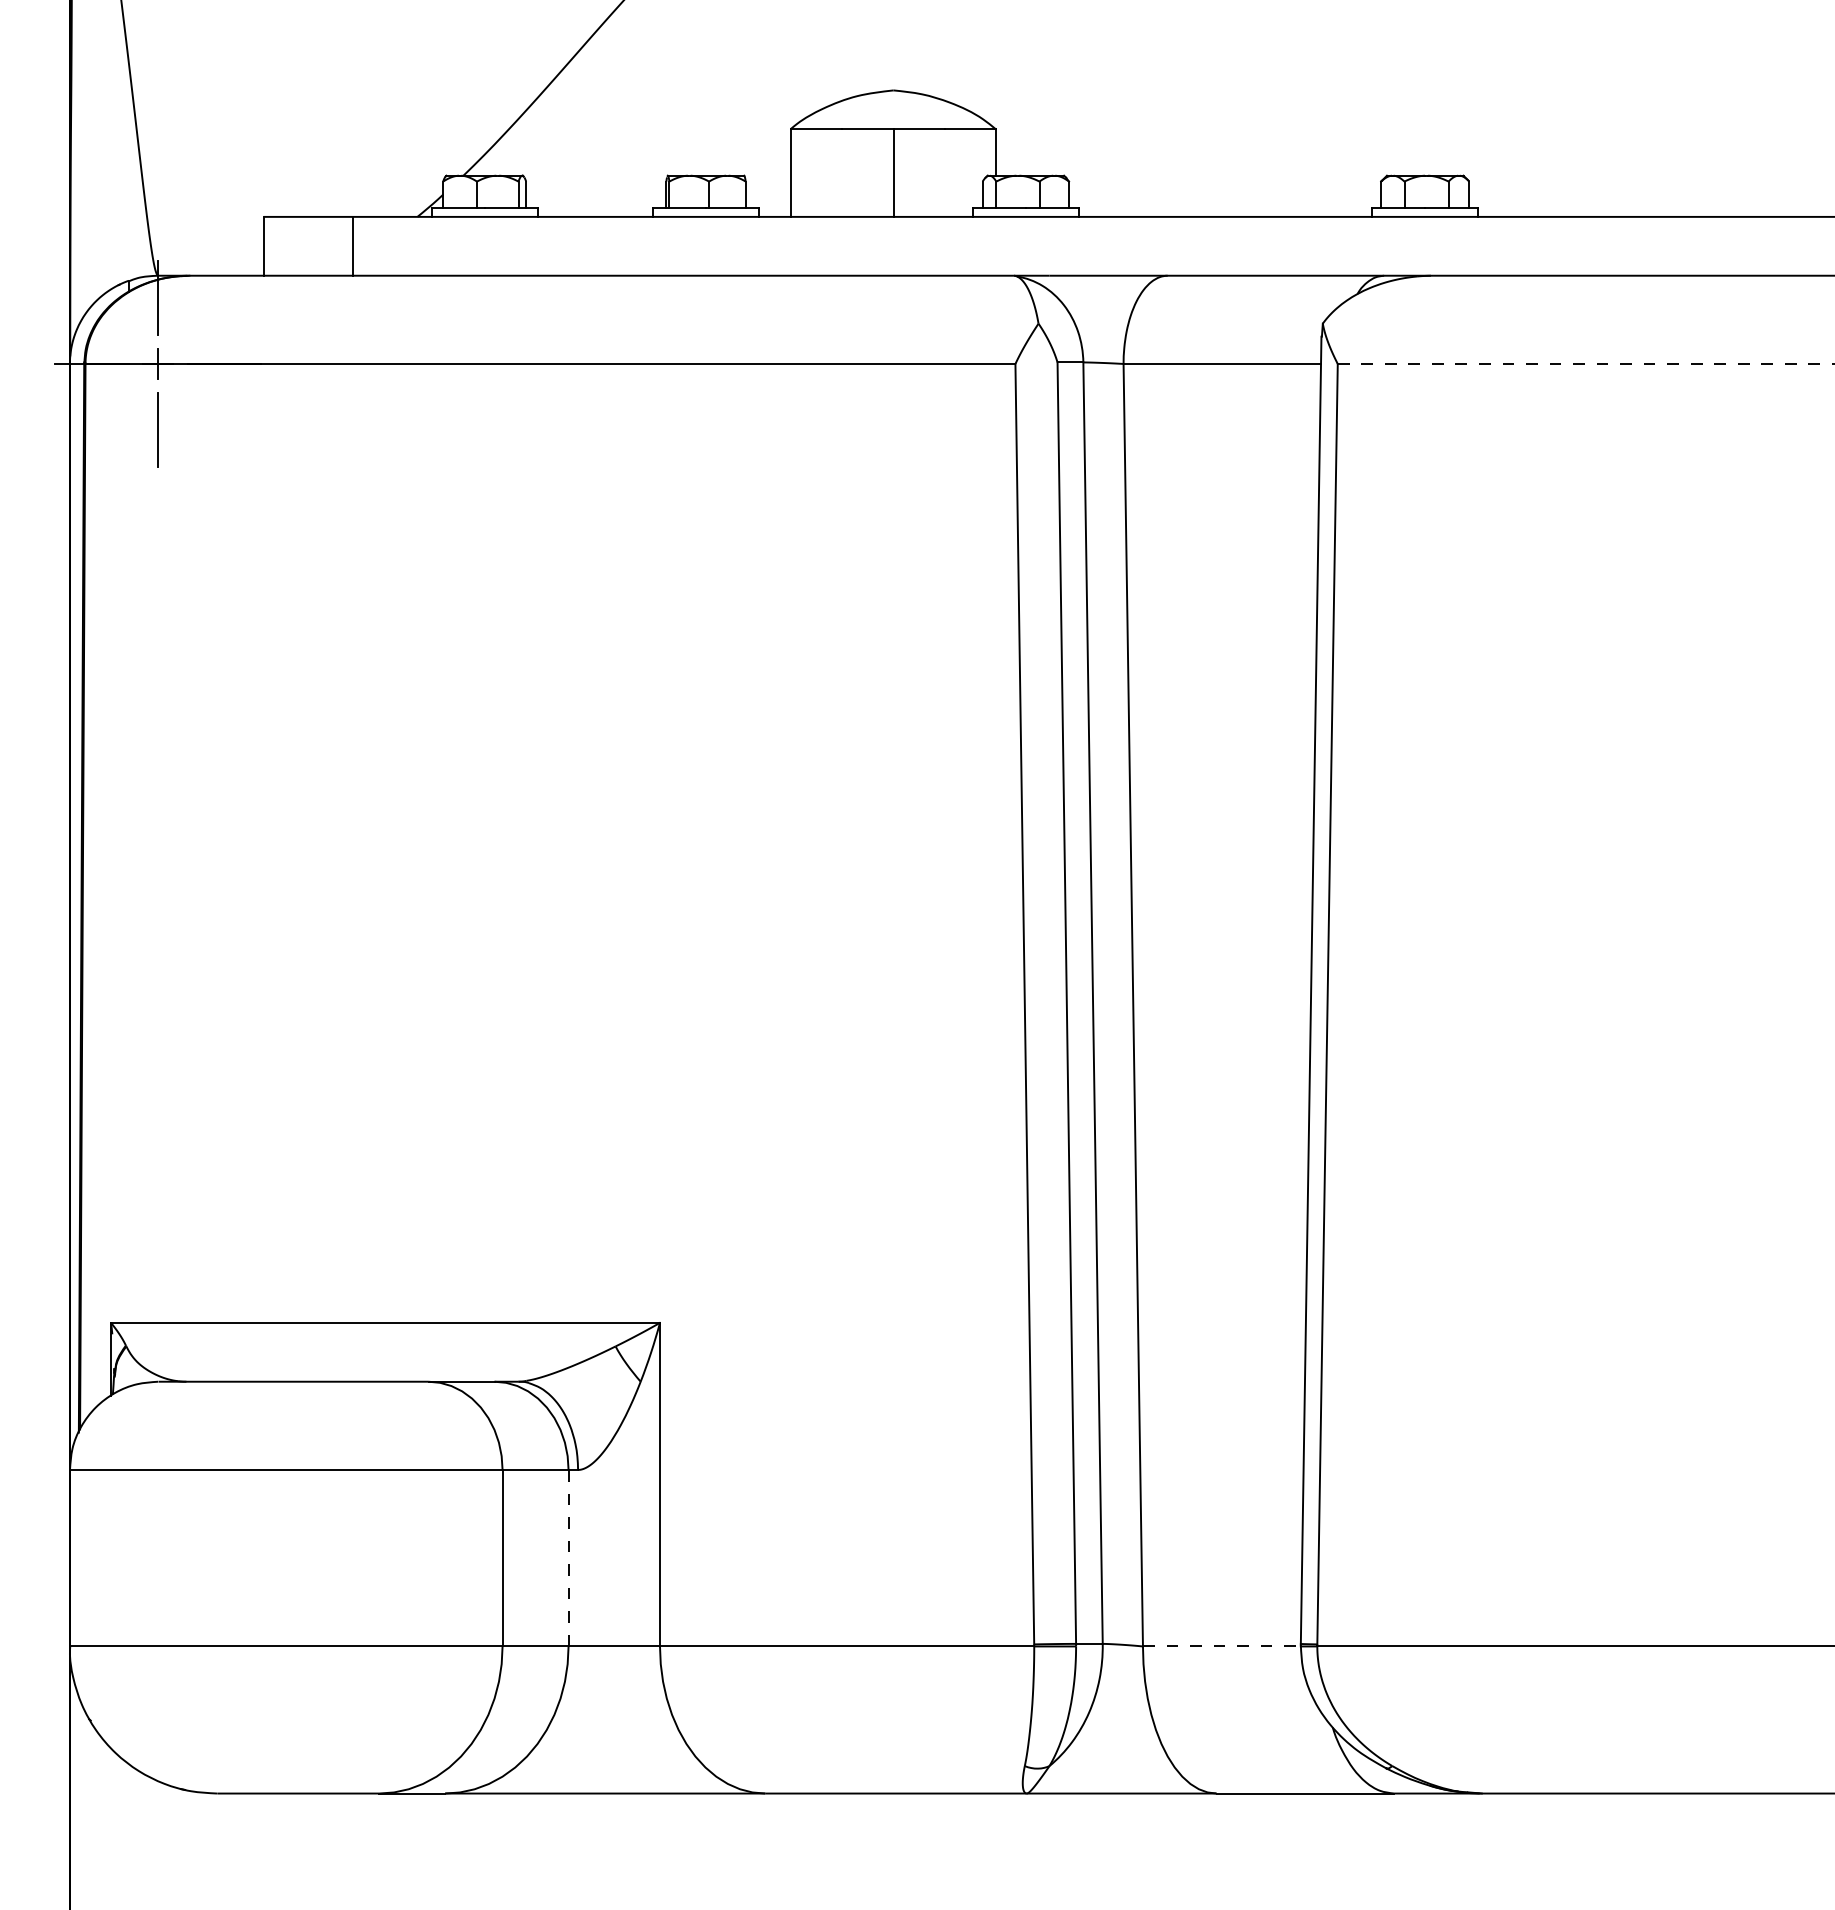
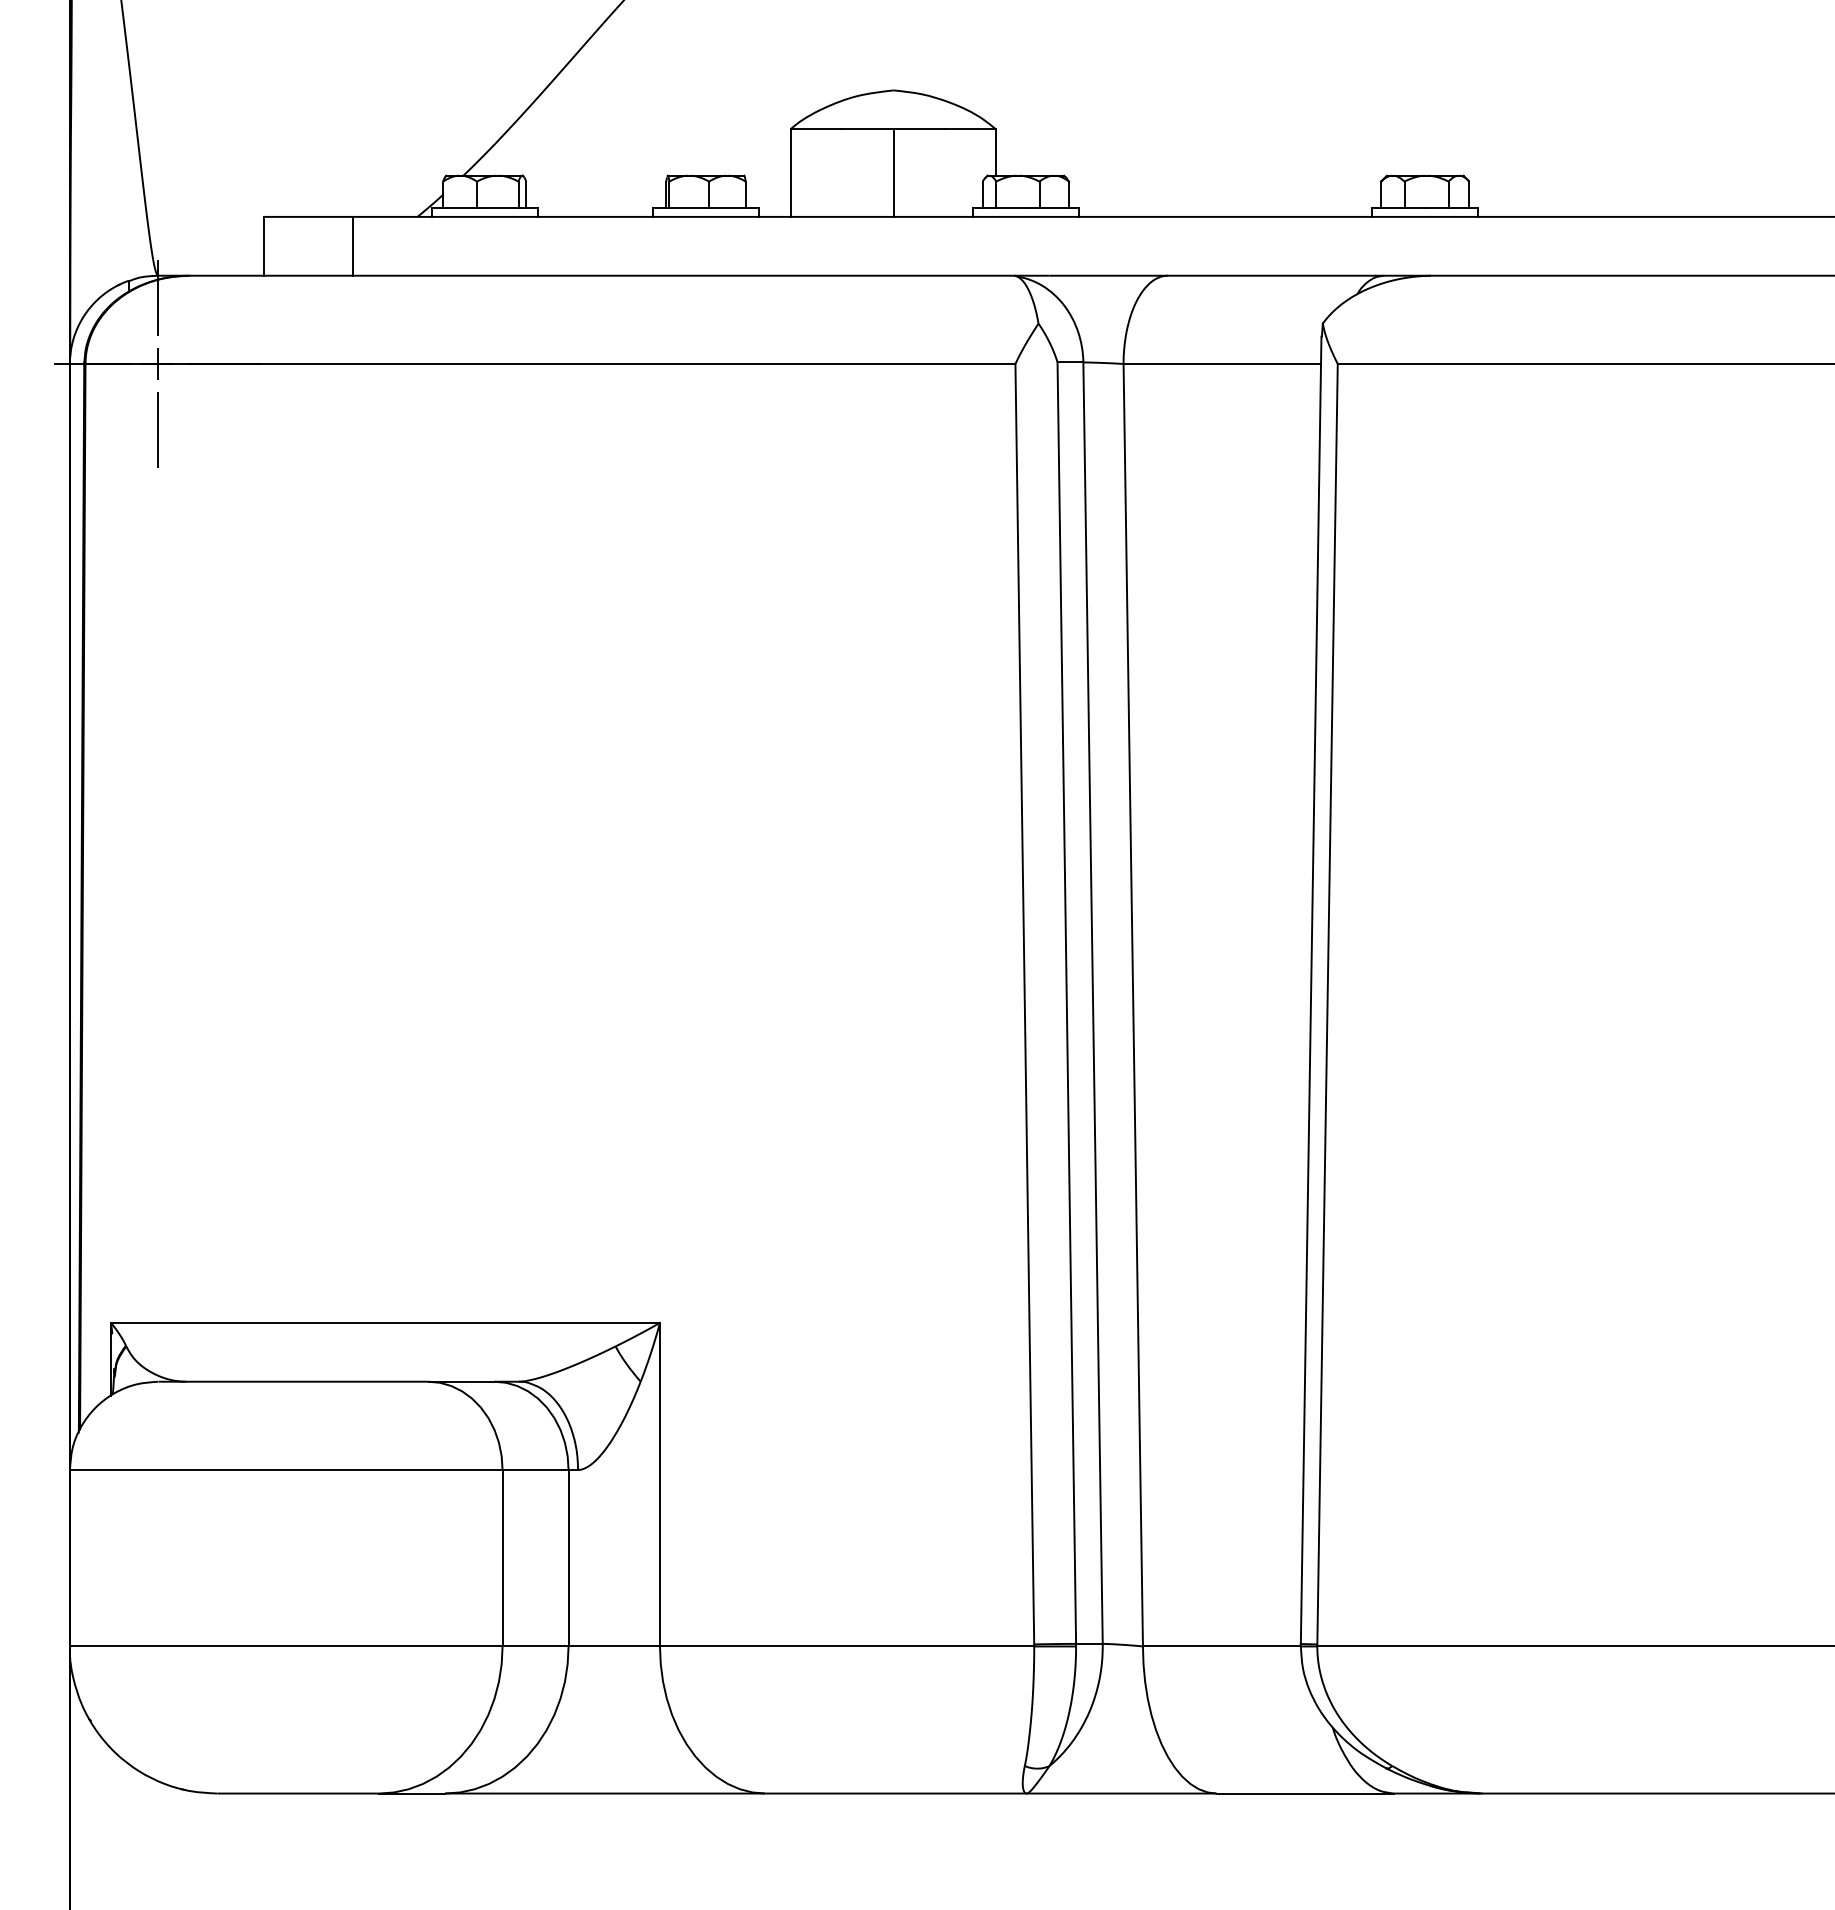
line at (1586, 363): dashed -> solid
line at (568, 1557): dashed -> solid
line at (1221, 1646): dashed -> solid
